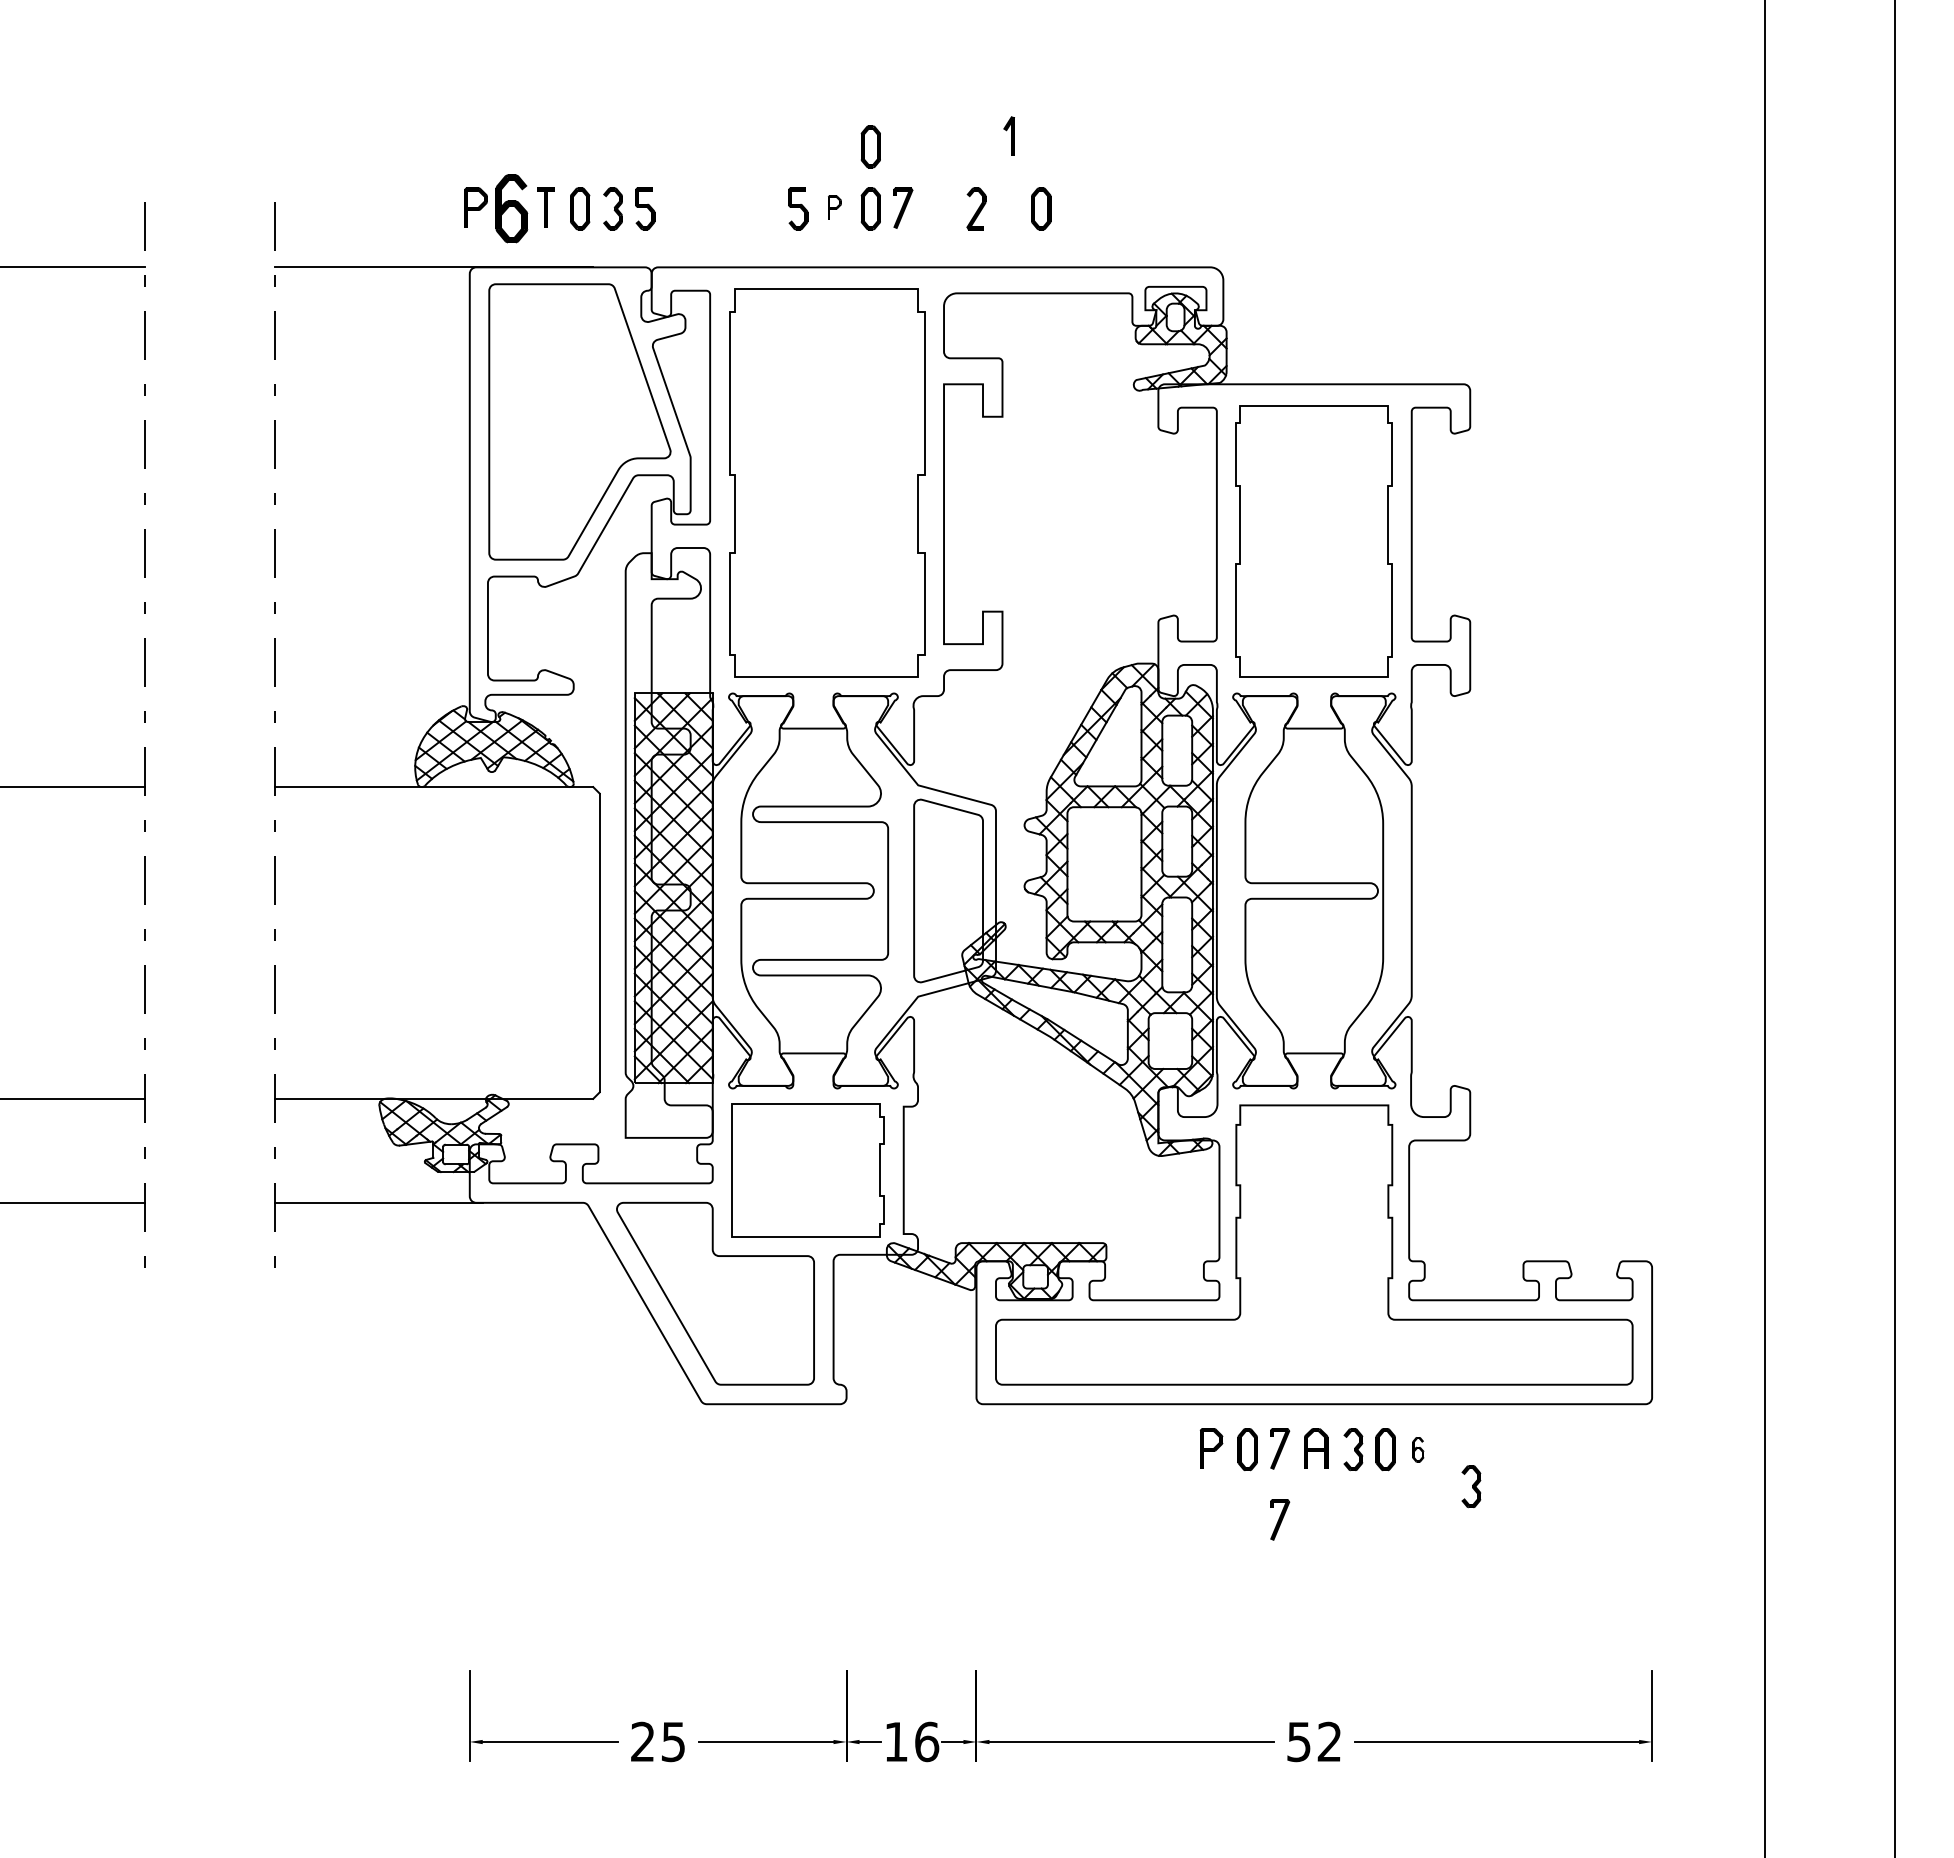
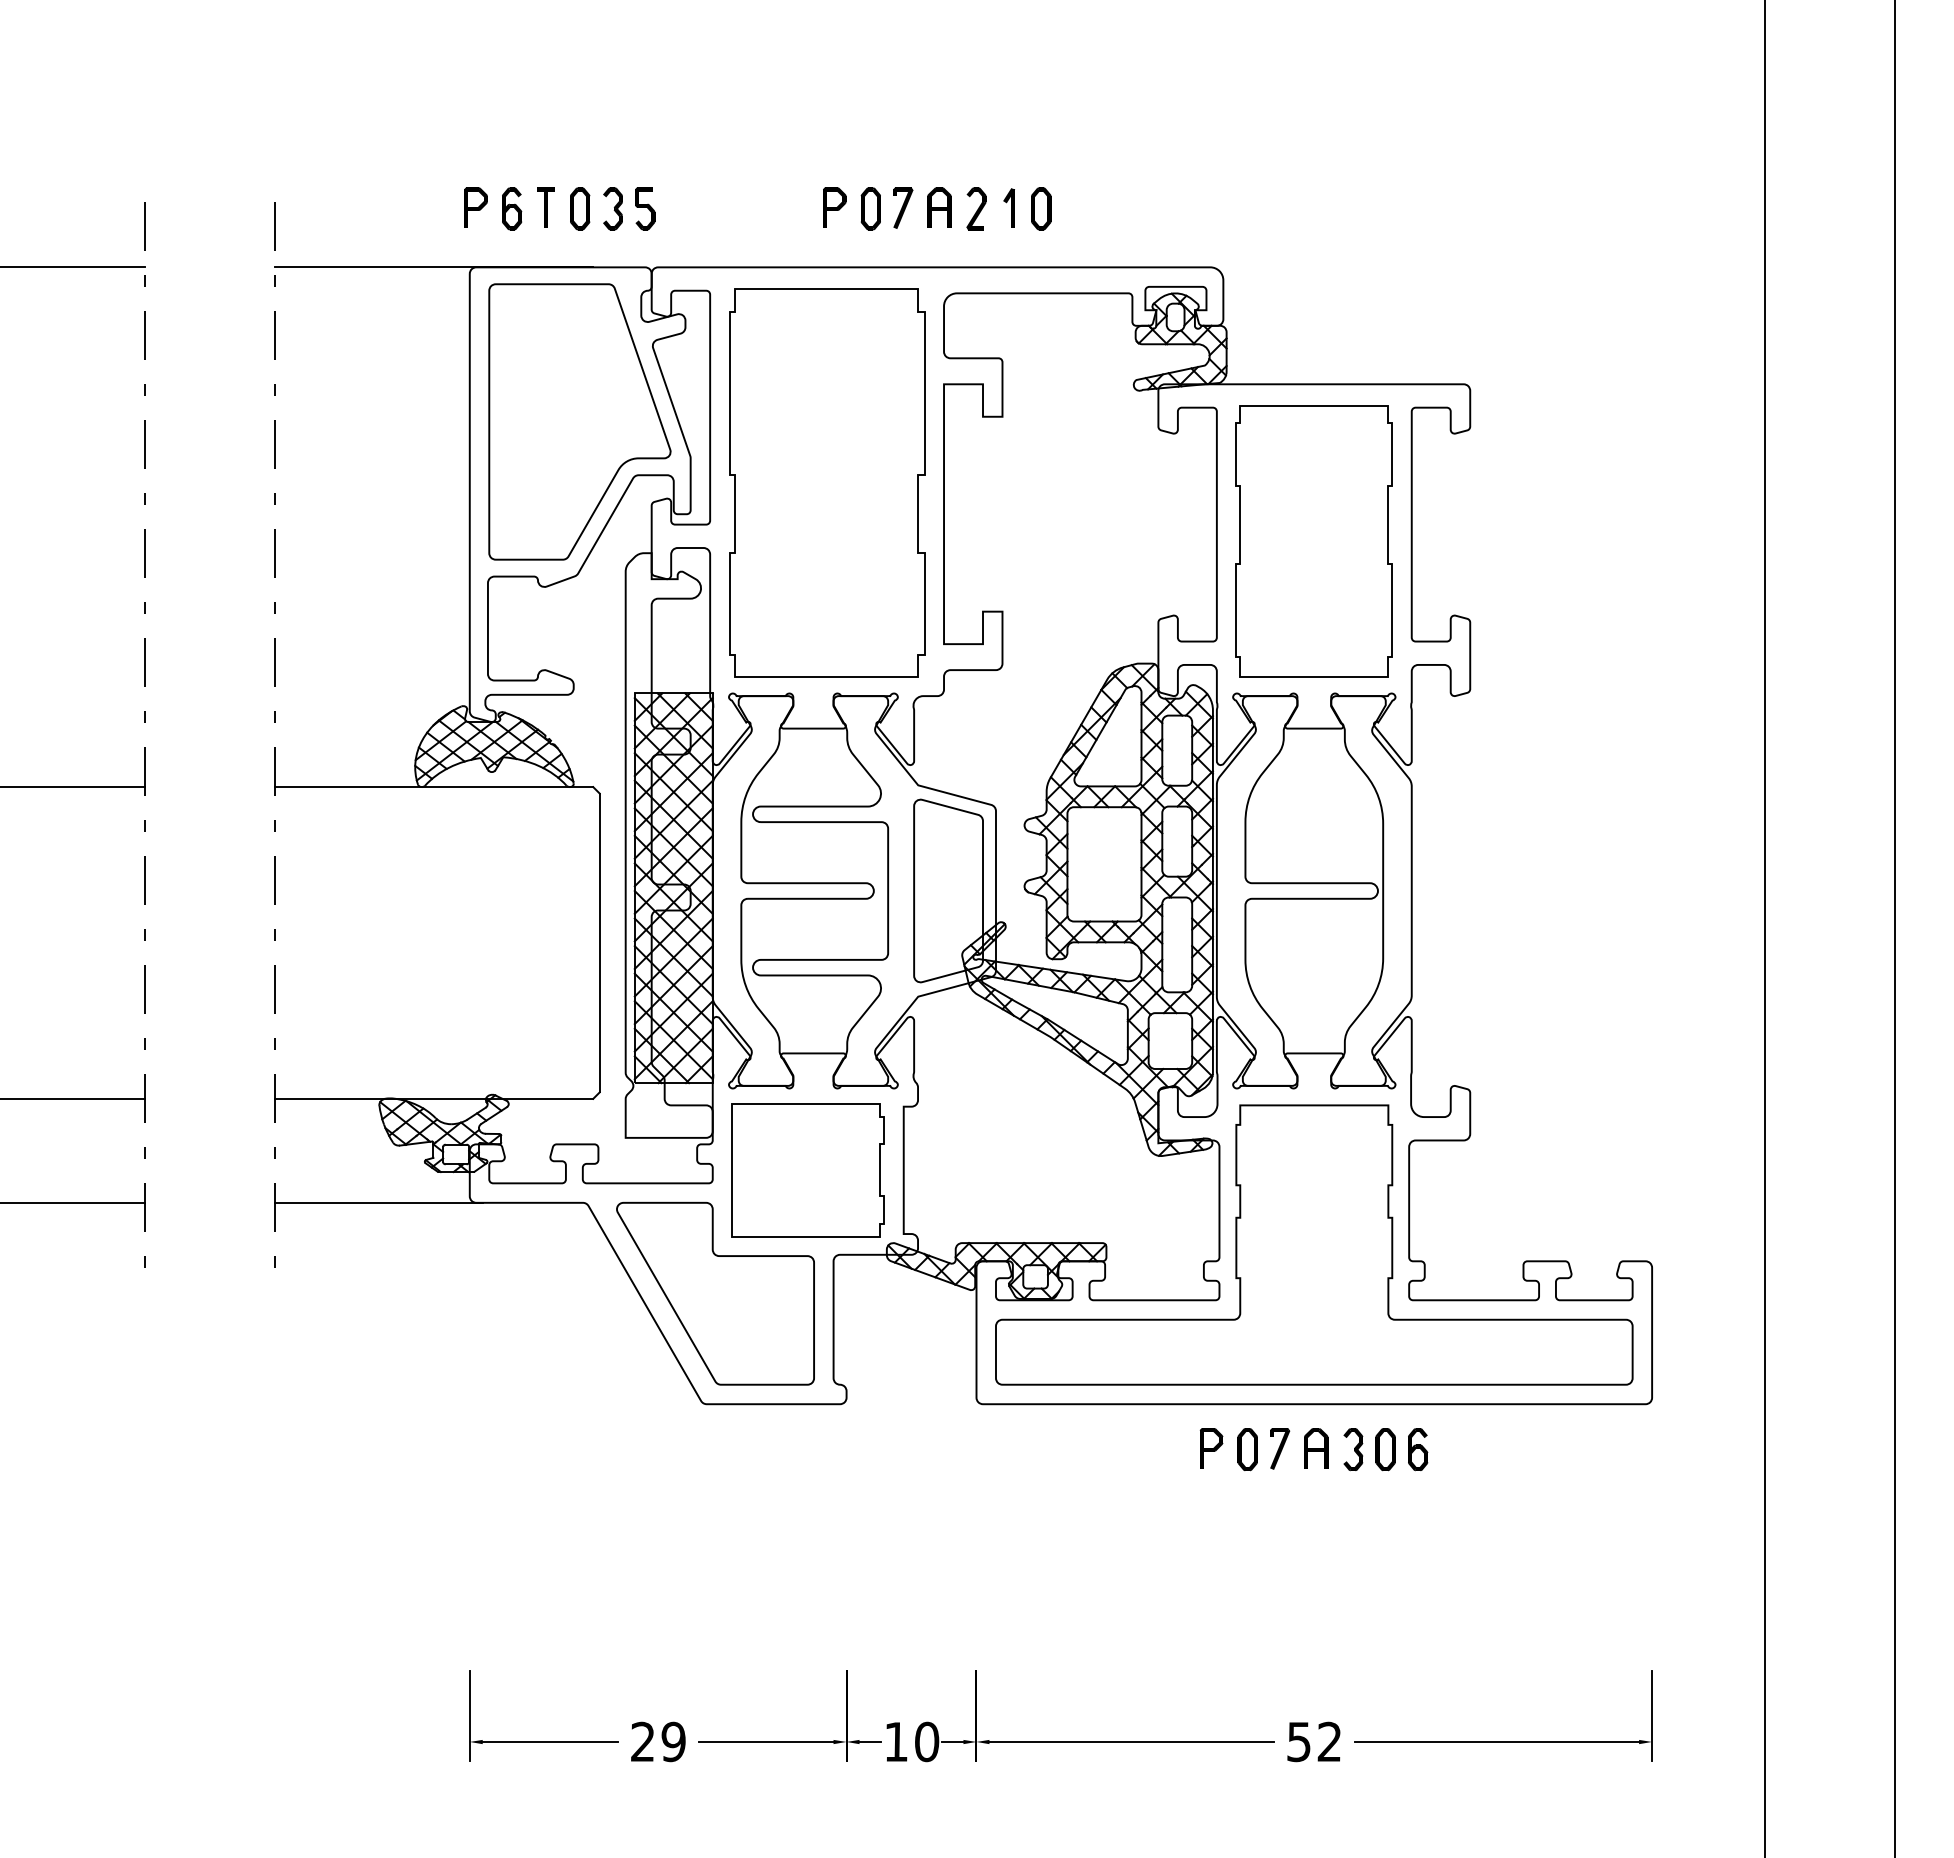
part at (1008, 135) position: (1008, 135) -> (1008, 207)
part at (870, 146): present -> none
part at (834, 207) size: 14x25 px -> 24x41 px
part at (939, 207): none -> present
part at (511, 208) size: 34x70 px -> 21x44 px
part at (798, 208): present -> none
part at (1418, 1449) size: 13x26 px -> 21x44 px
part at (1471, 1486): present -> none
part at (1280, 1519): present -> none
text at (673, 1741): 25 -> 29
text at (927, 1741): 16 -> 10
